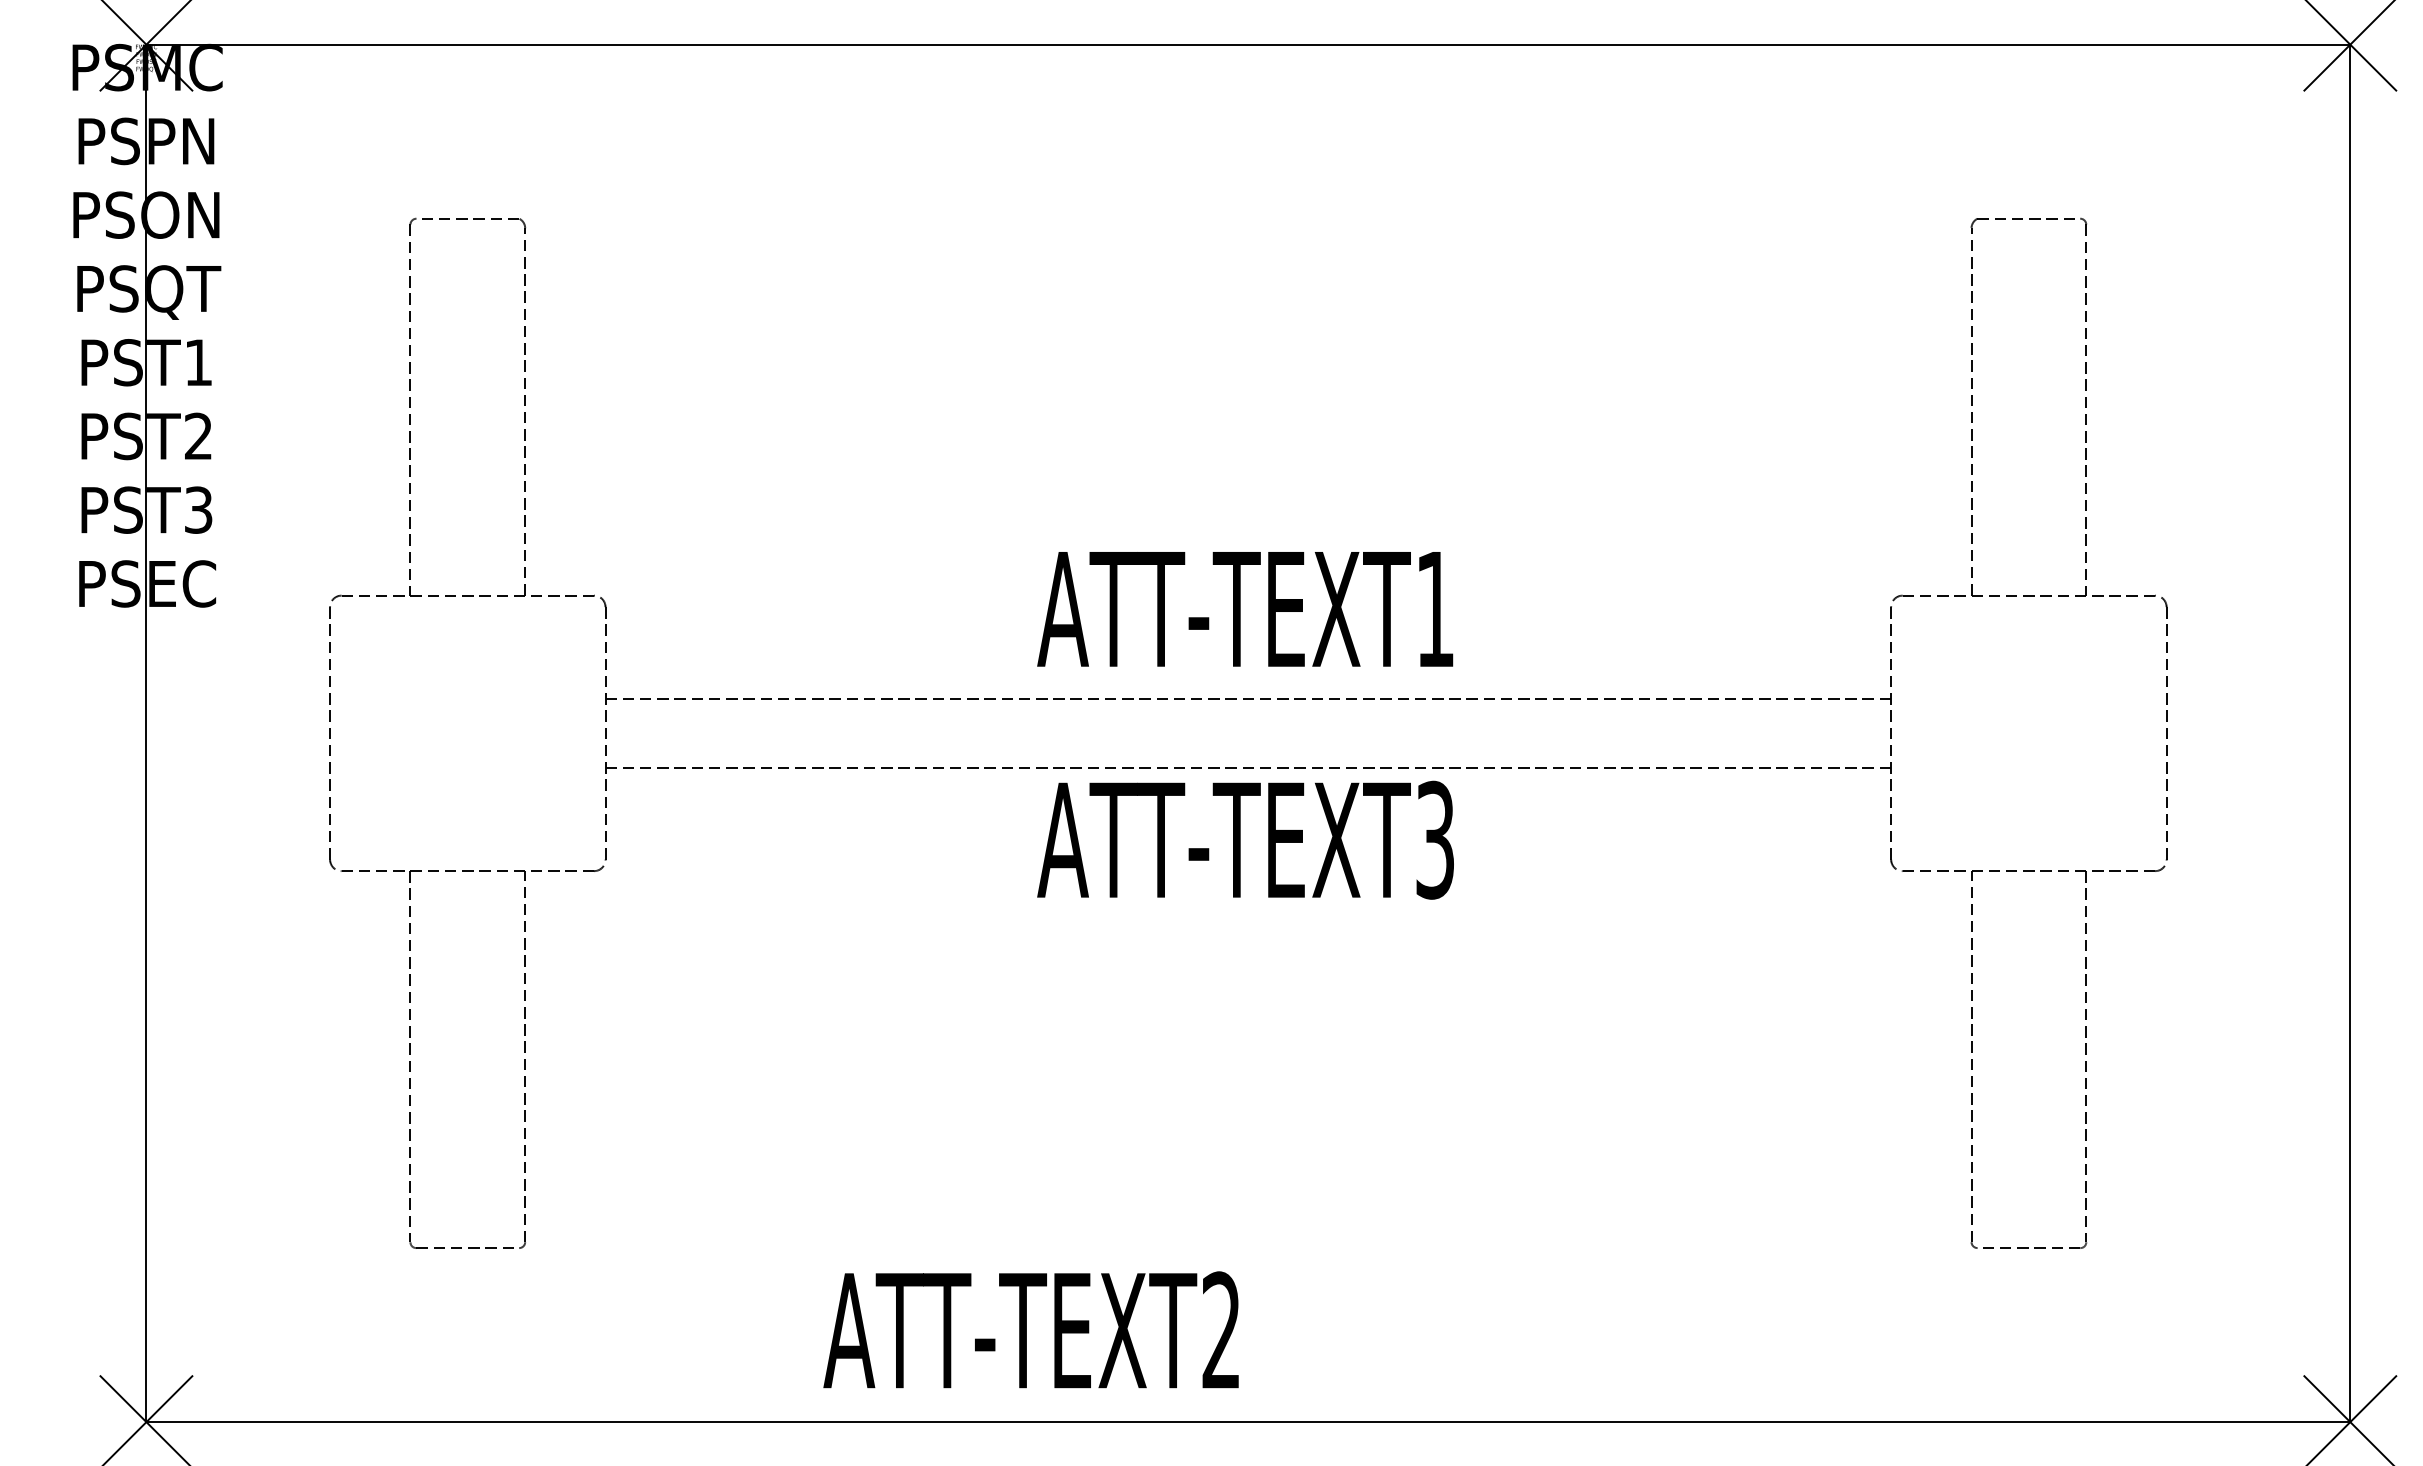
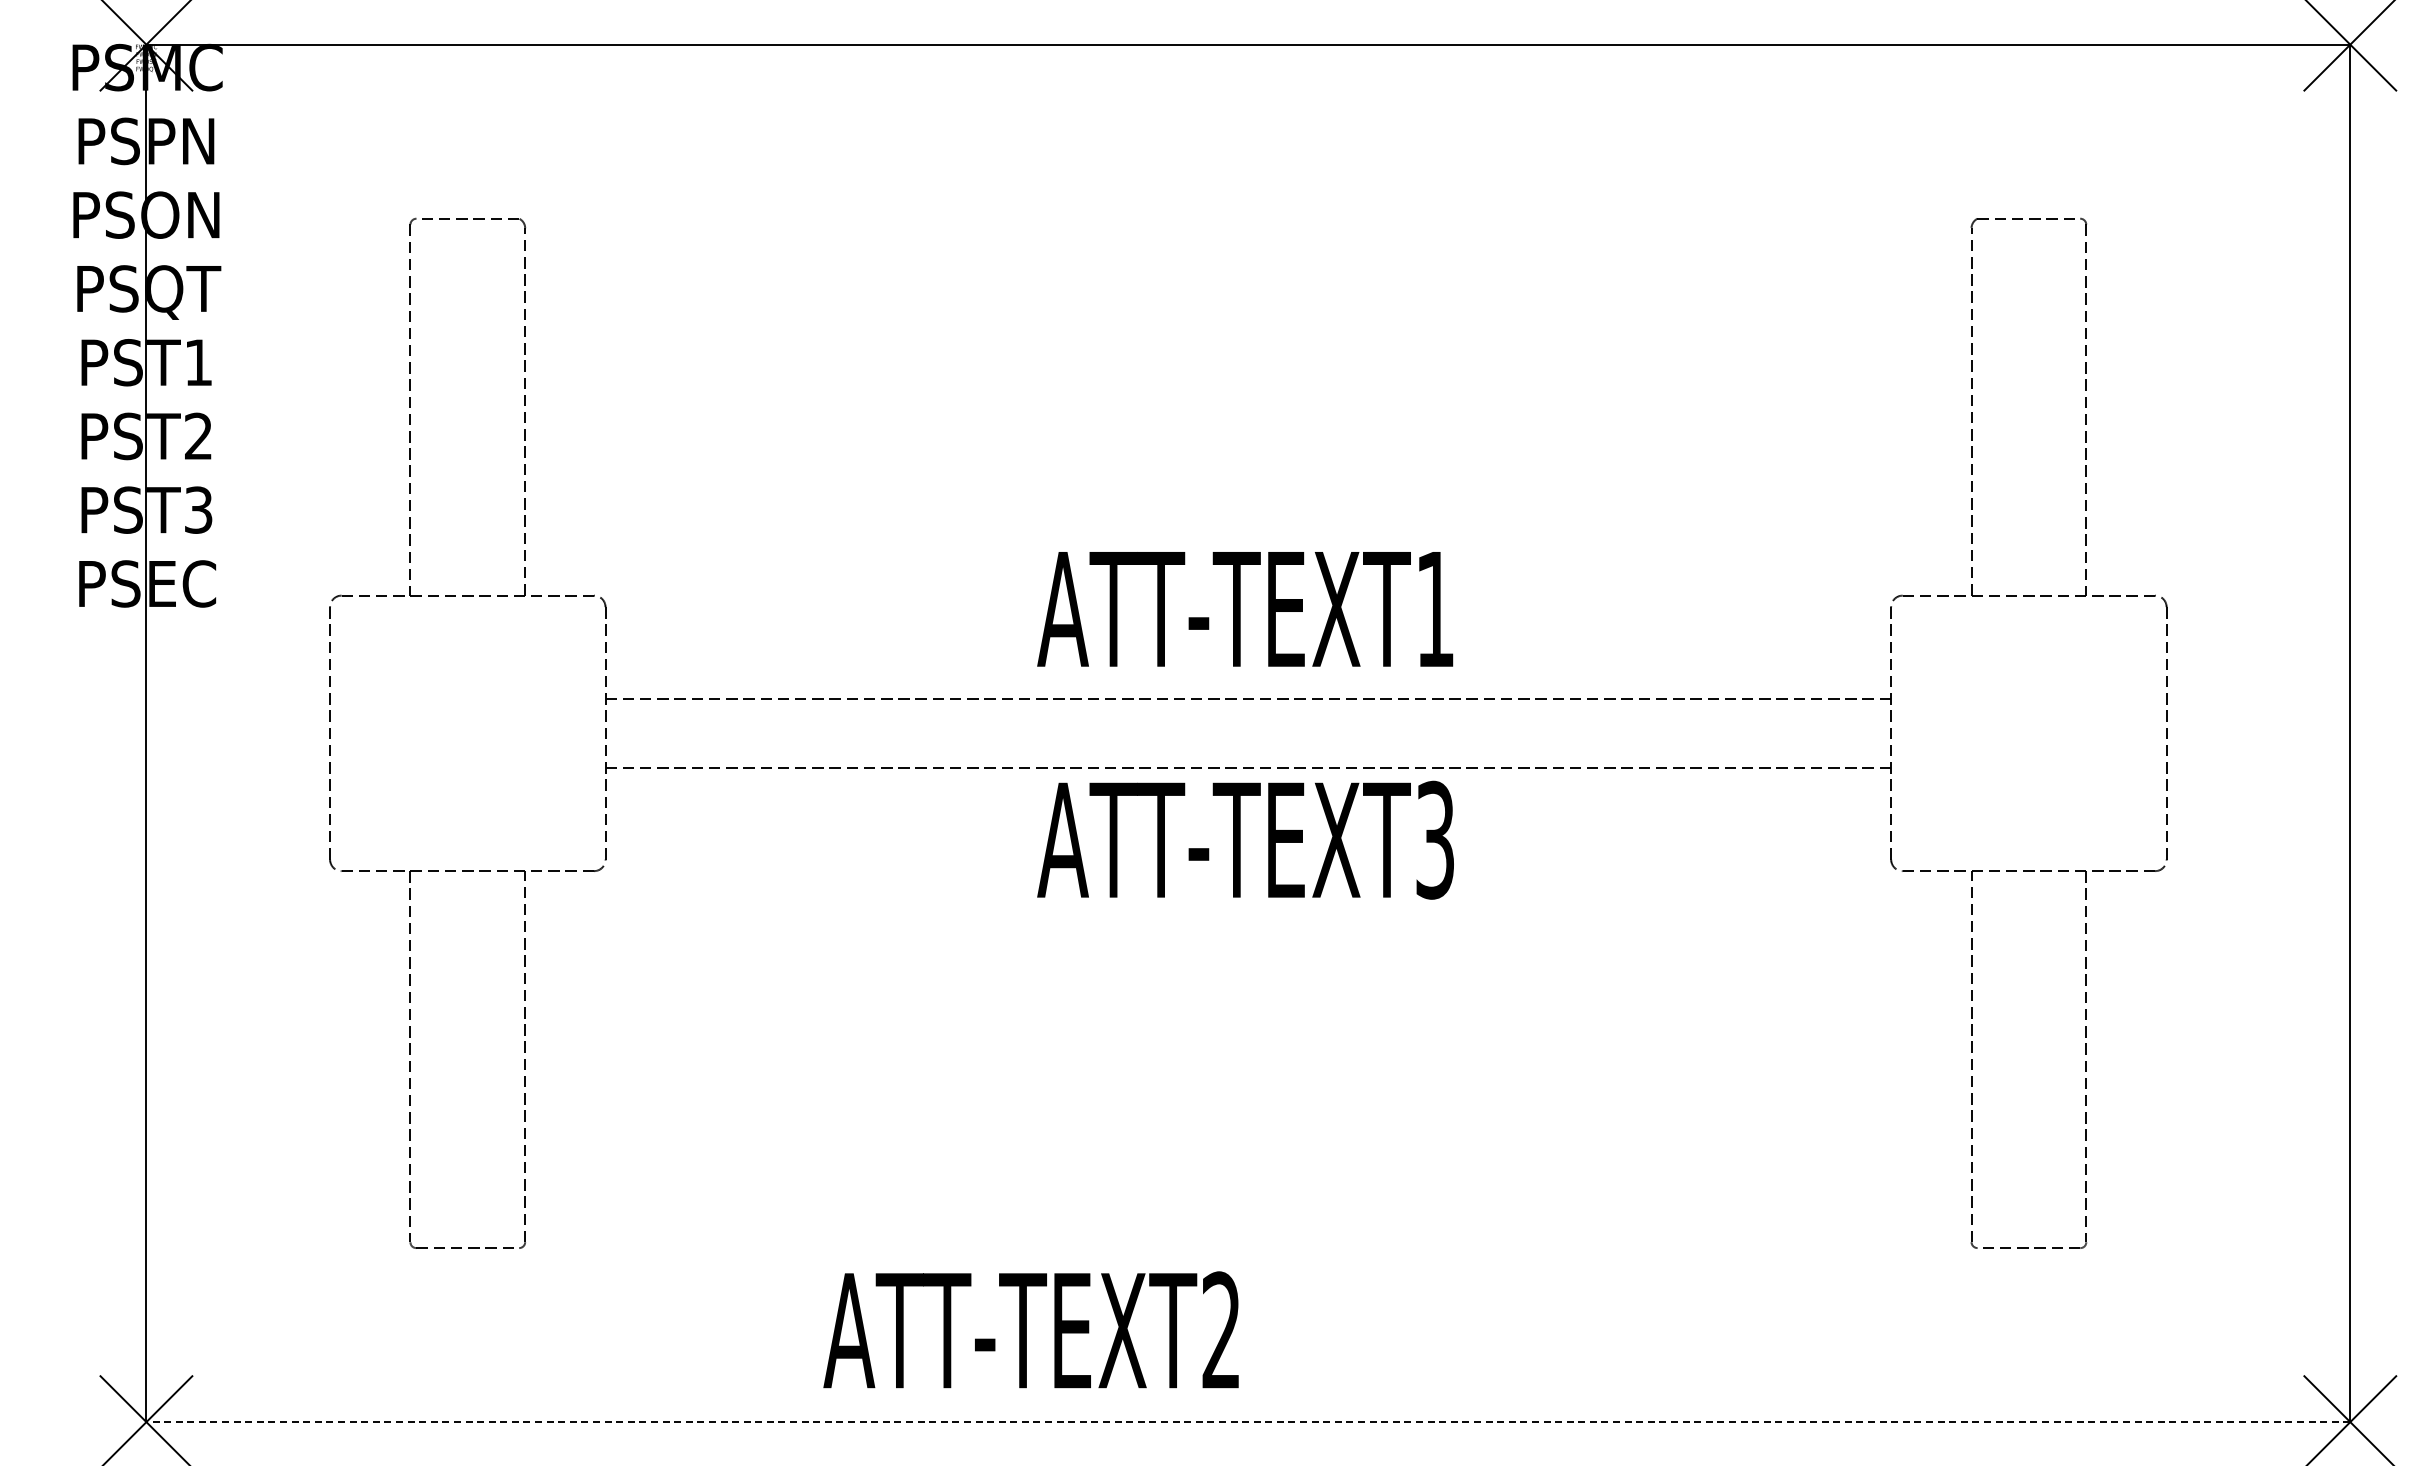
line at (1248, 1422): solid -> dashed
